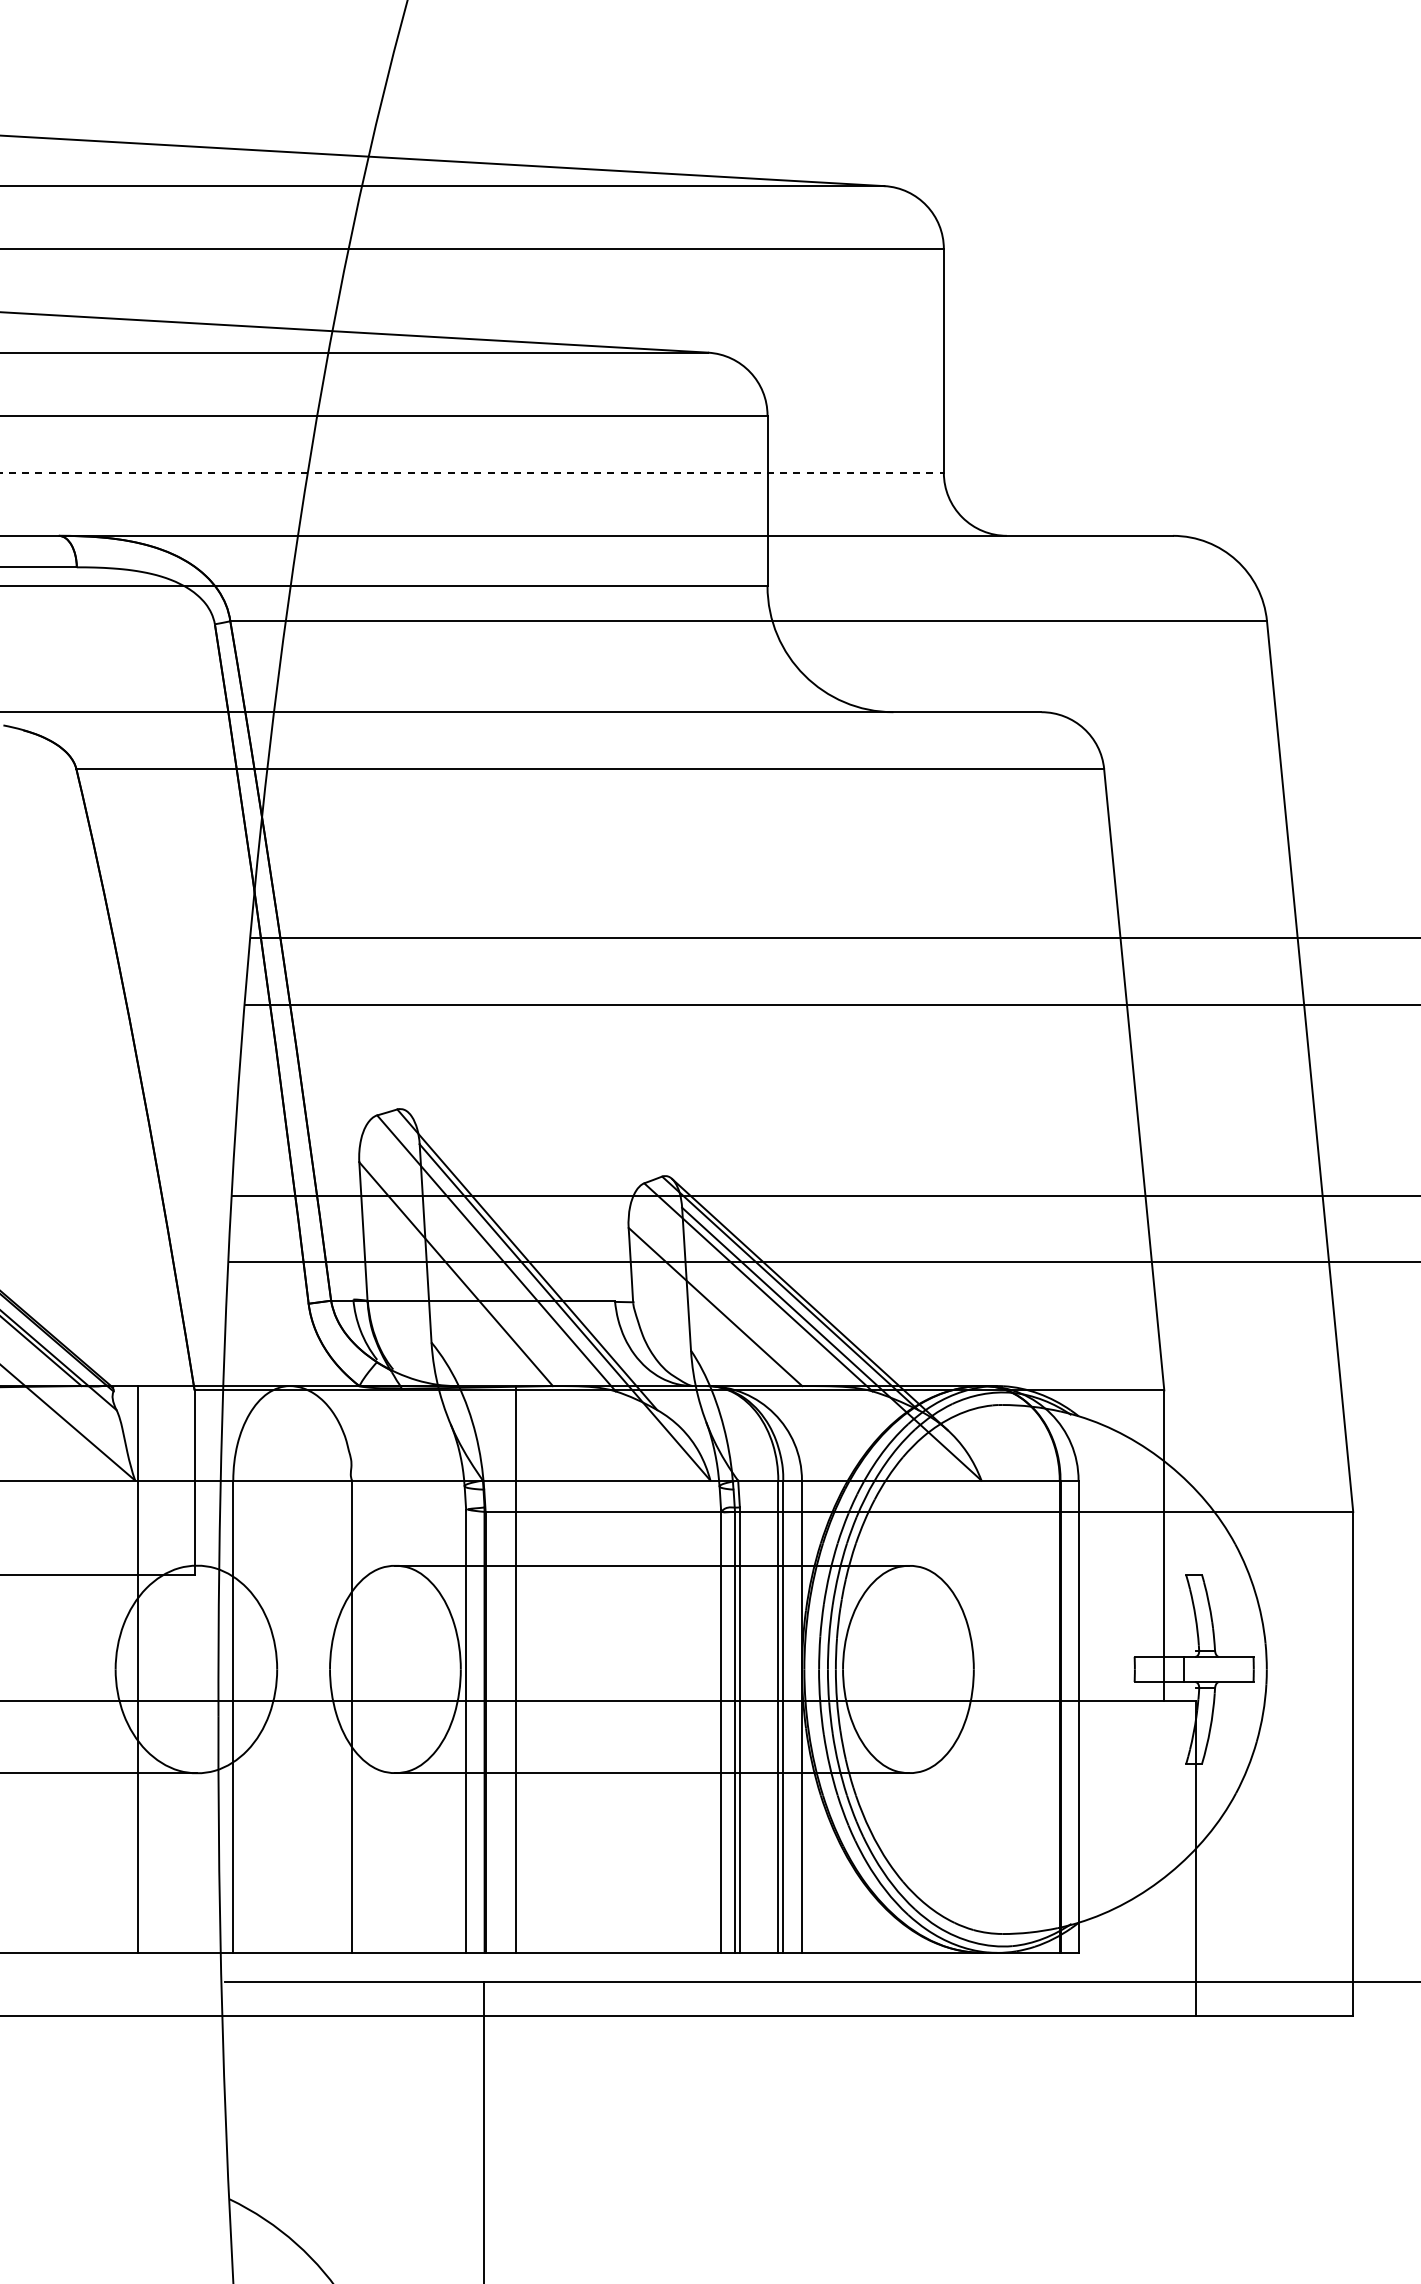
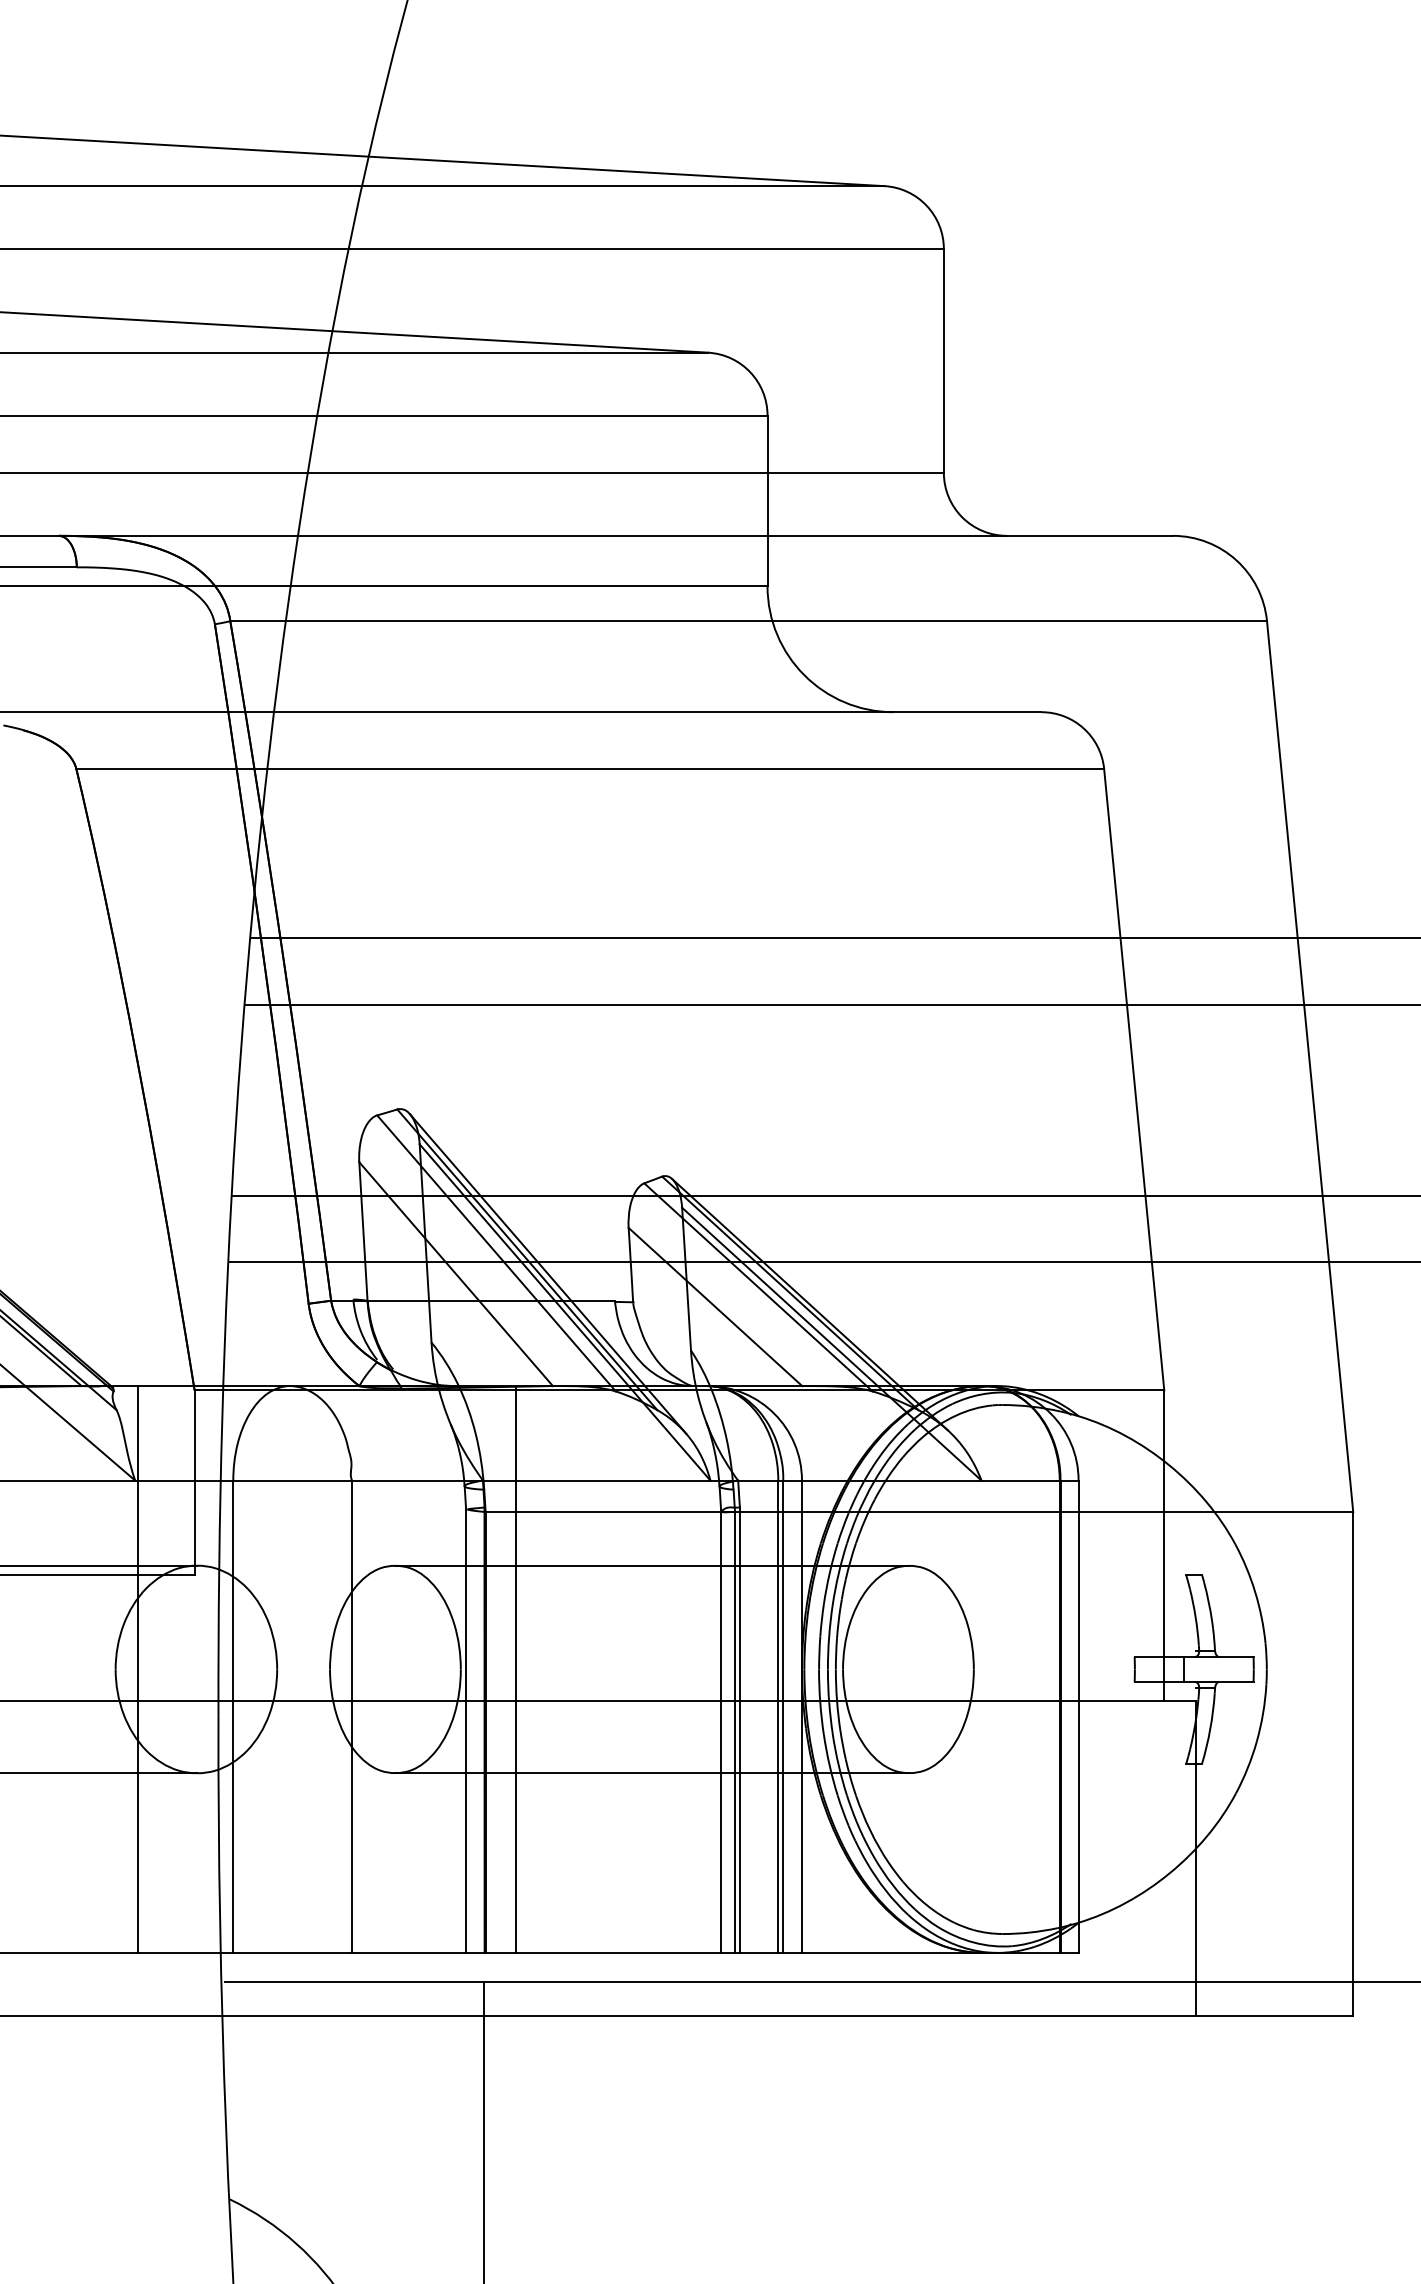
line at (472, 472): dashed -> solid
line at (548, 1273): none -> present
line at (99, 1565): none -> present
